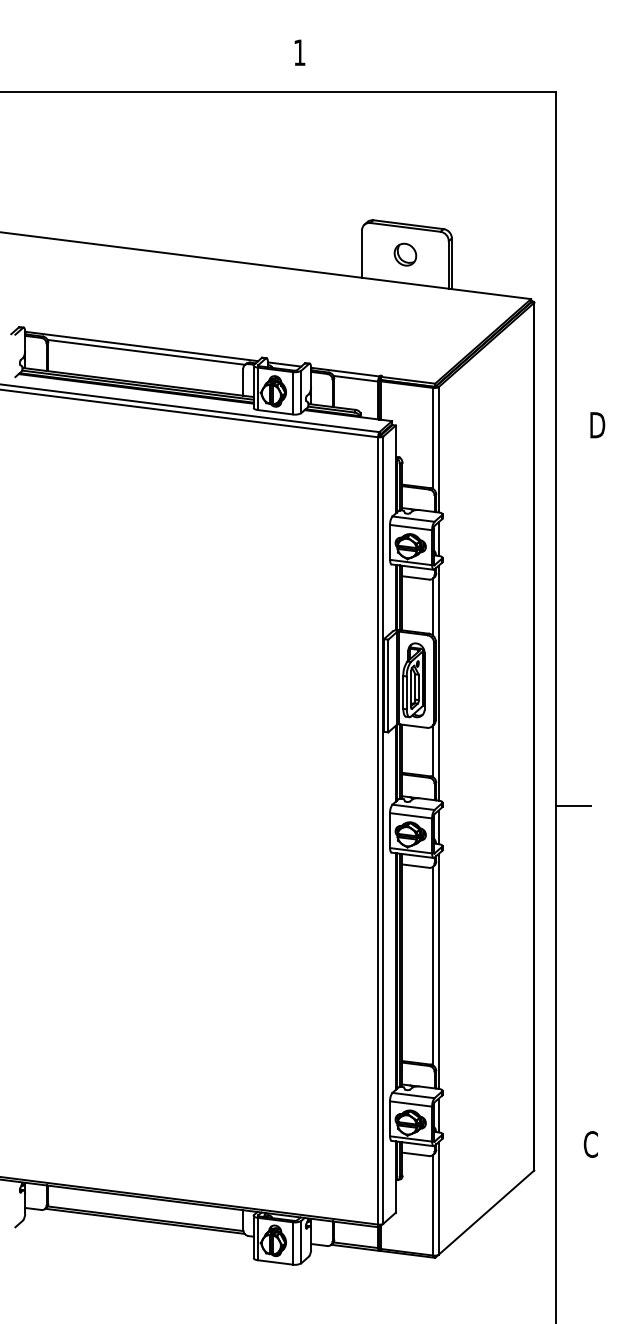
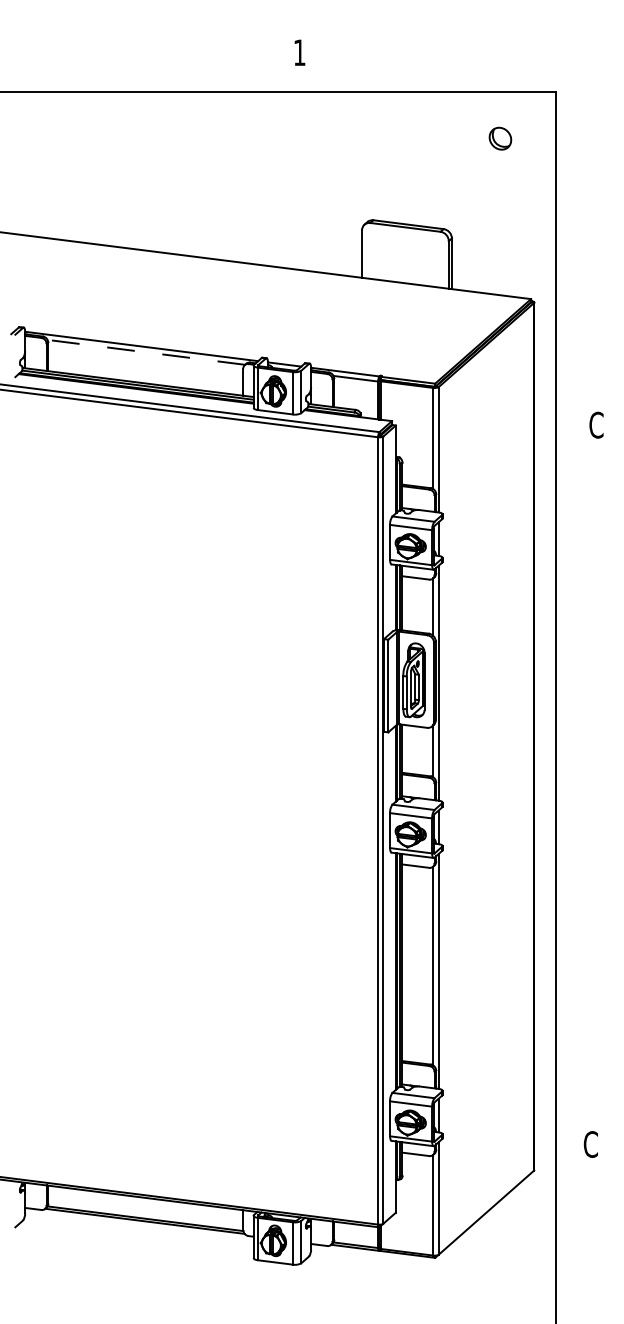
part at (405, 254) position: (405, 254) -> (500, 138)
line at (146, 352): solid -> dashed
text at (597, 424): D -> C
line at (573, 805): present -> none
